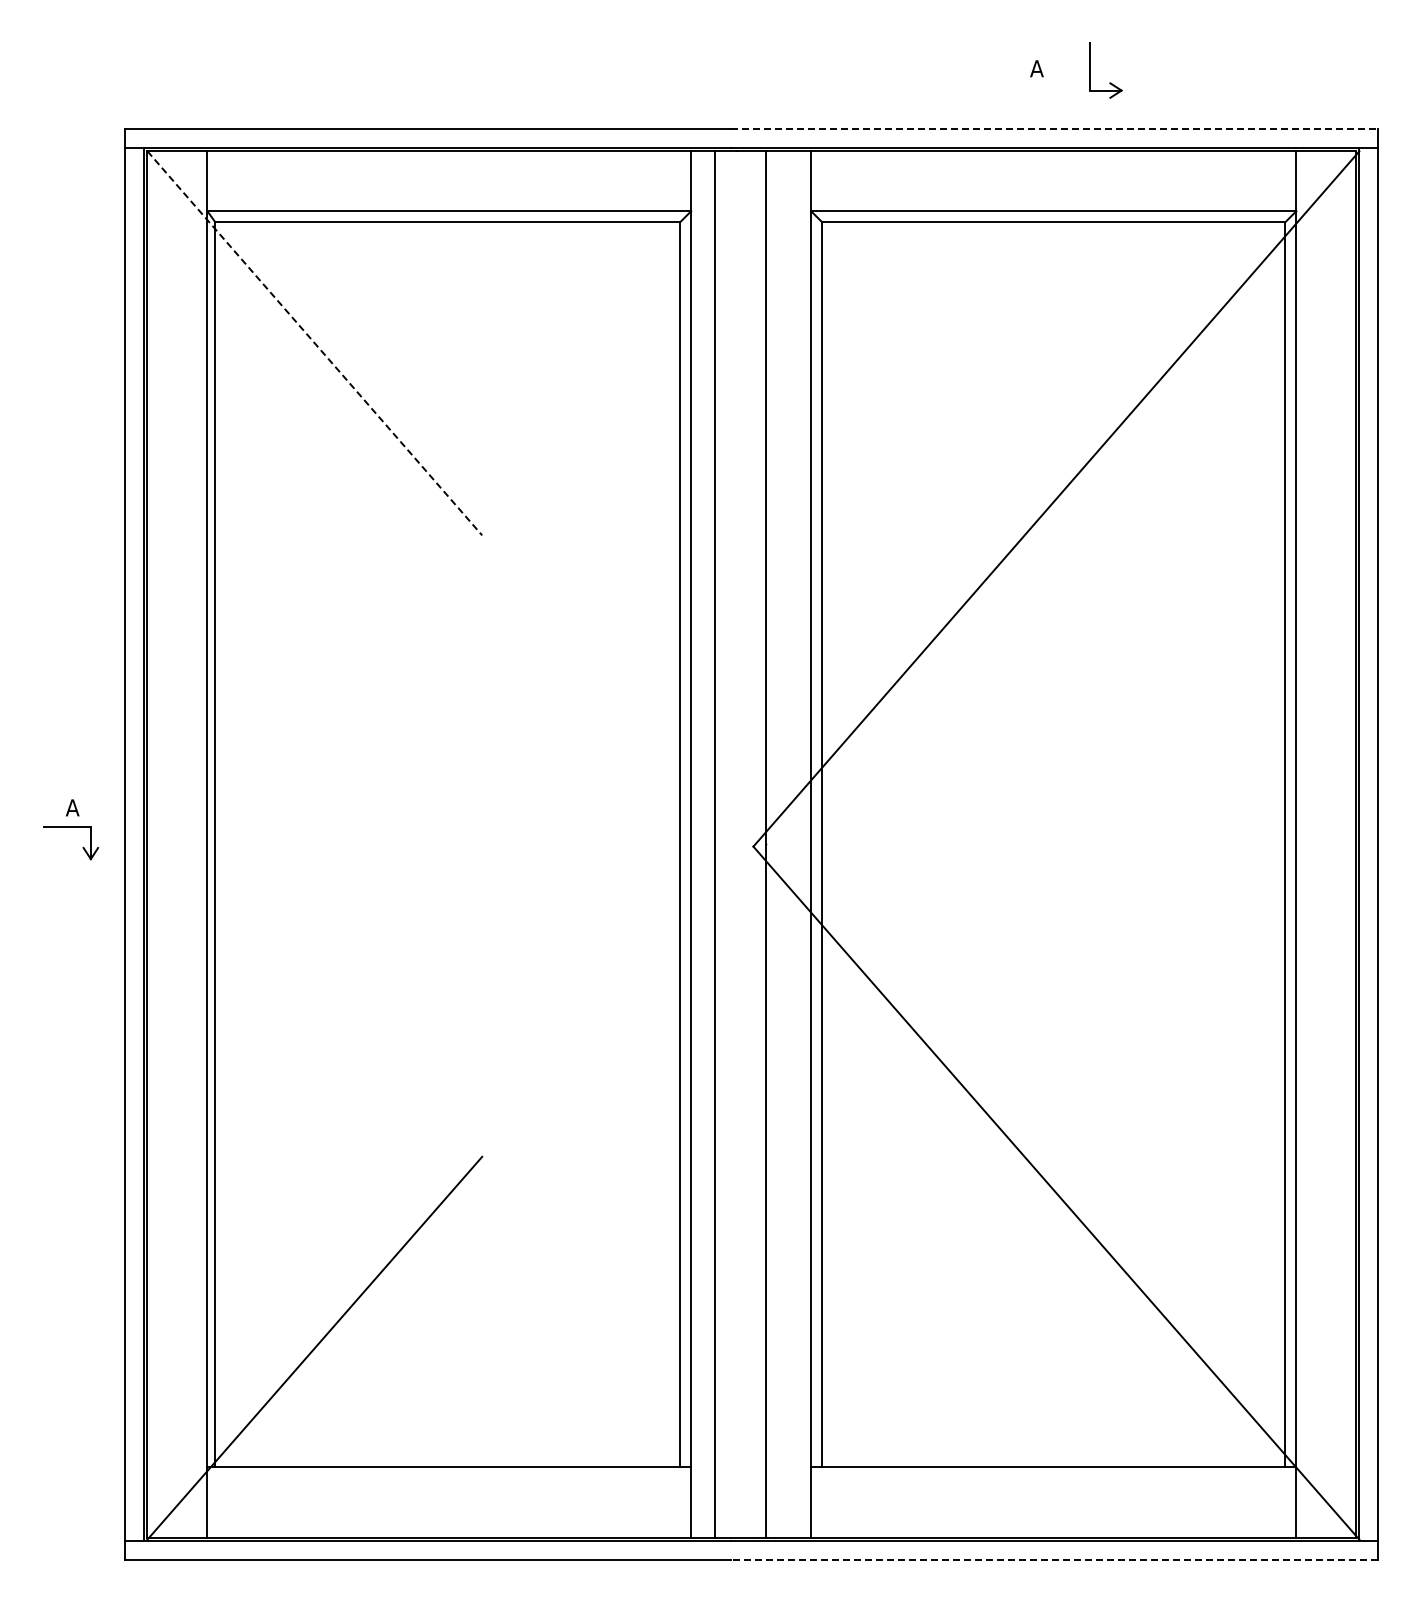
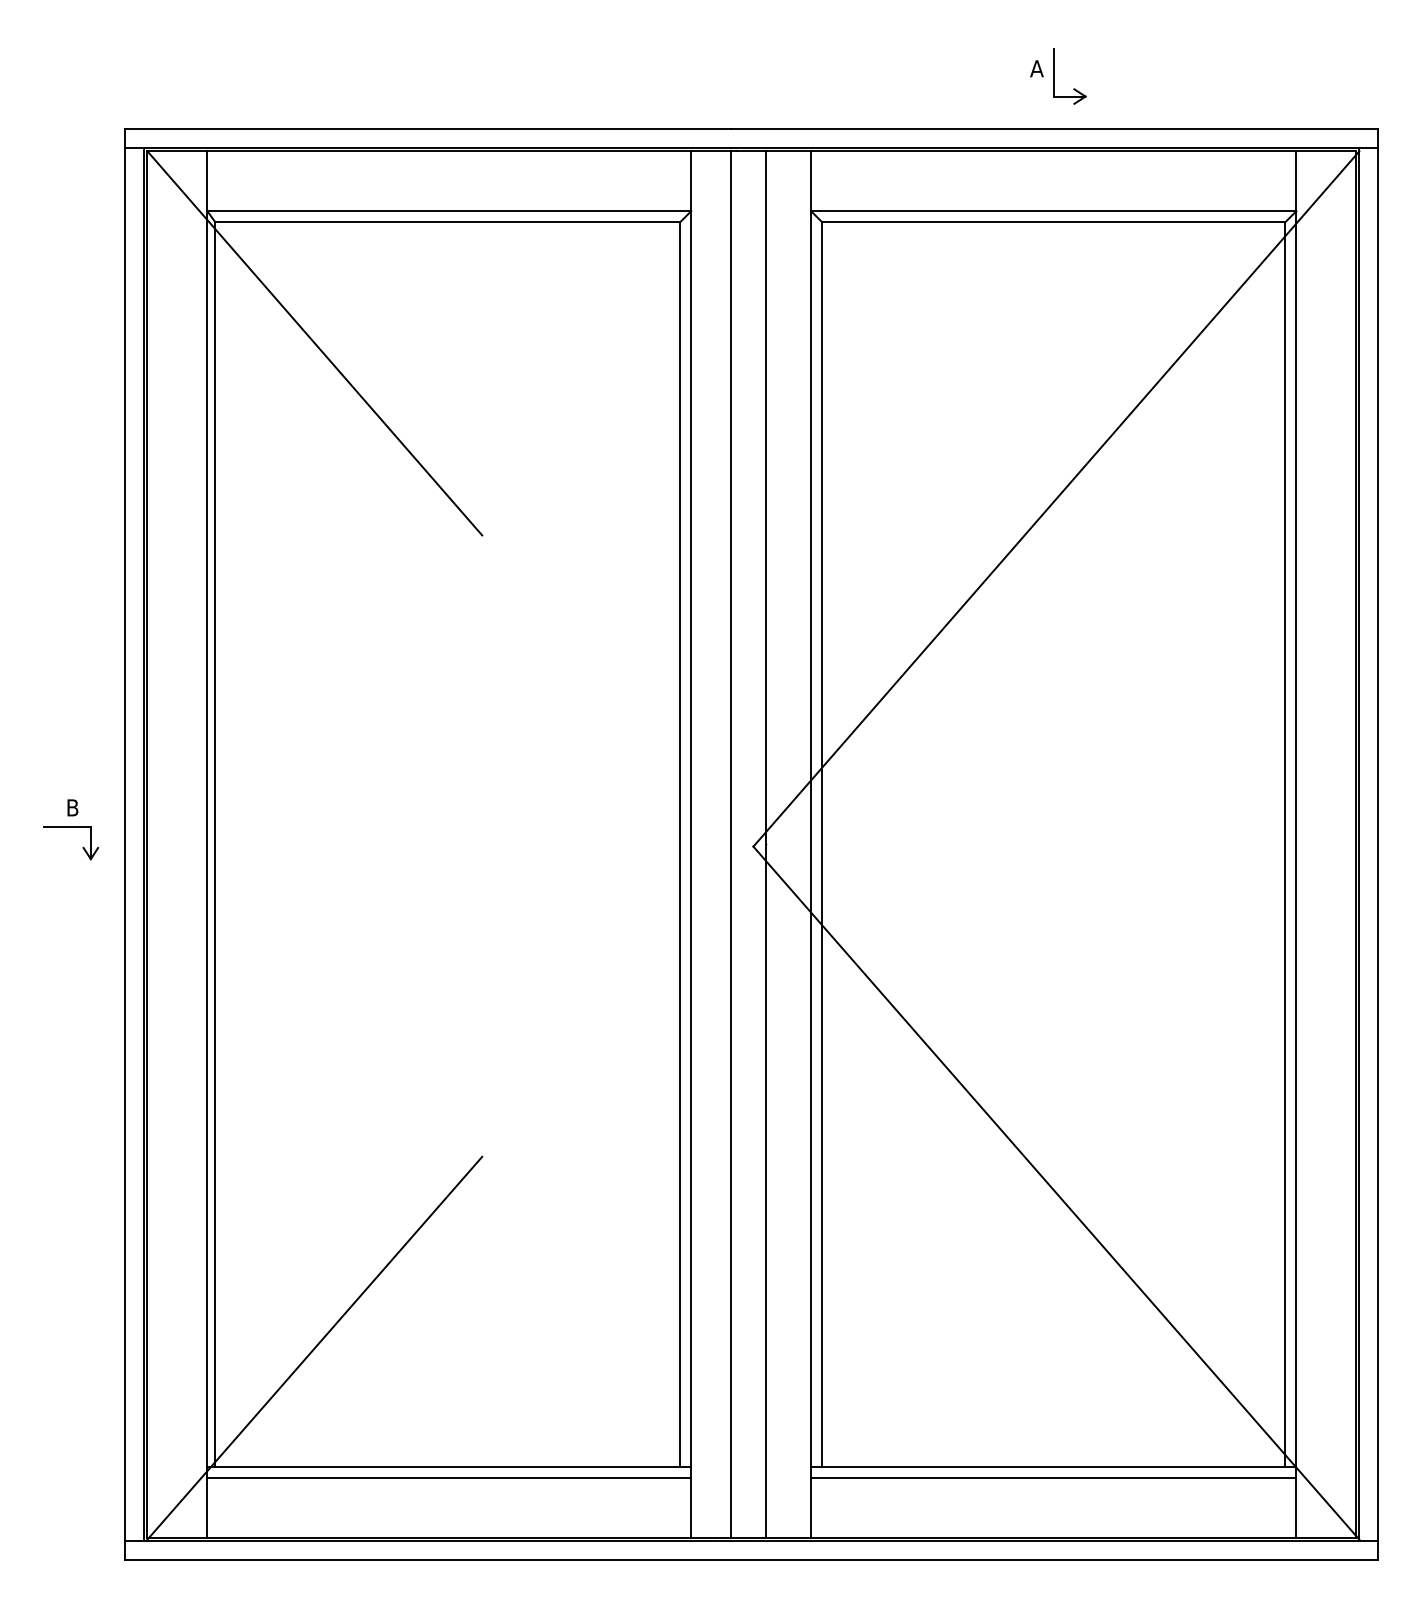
part at (1109, 82) position: (1109, 82) -> (1073, 88)
line at (1054, 129): dashed -> solid
line at (314, 343): dashed -> solid
text at (72, 807): A -> B
line at (715, 844) position: (715, 844) -> (731, 844)
line at (449, 1477): none -> present
line at (1053, 1477): none -> present
line at (1054, 1559): dashed -> solid
